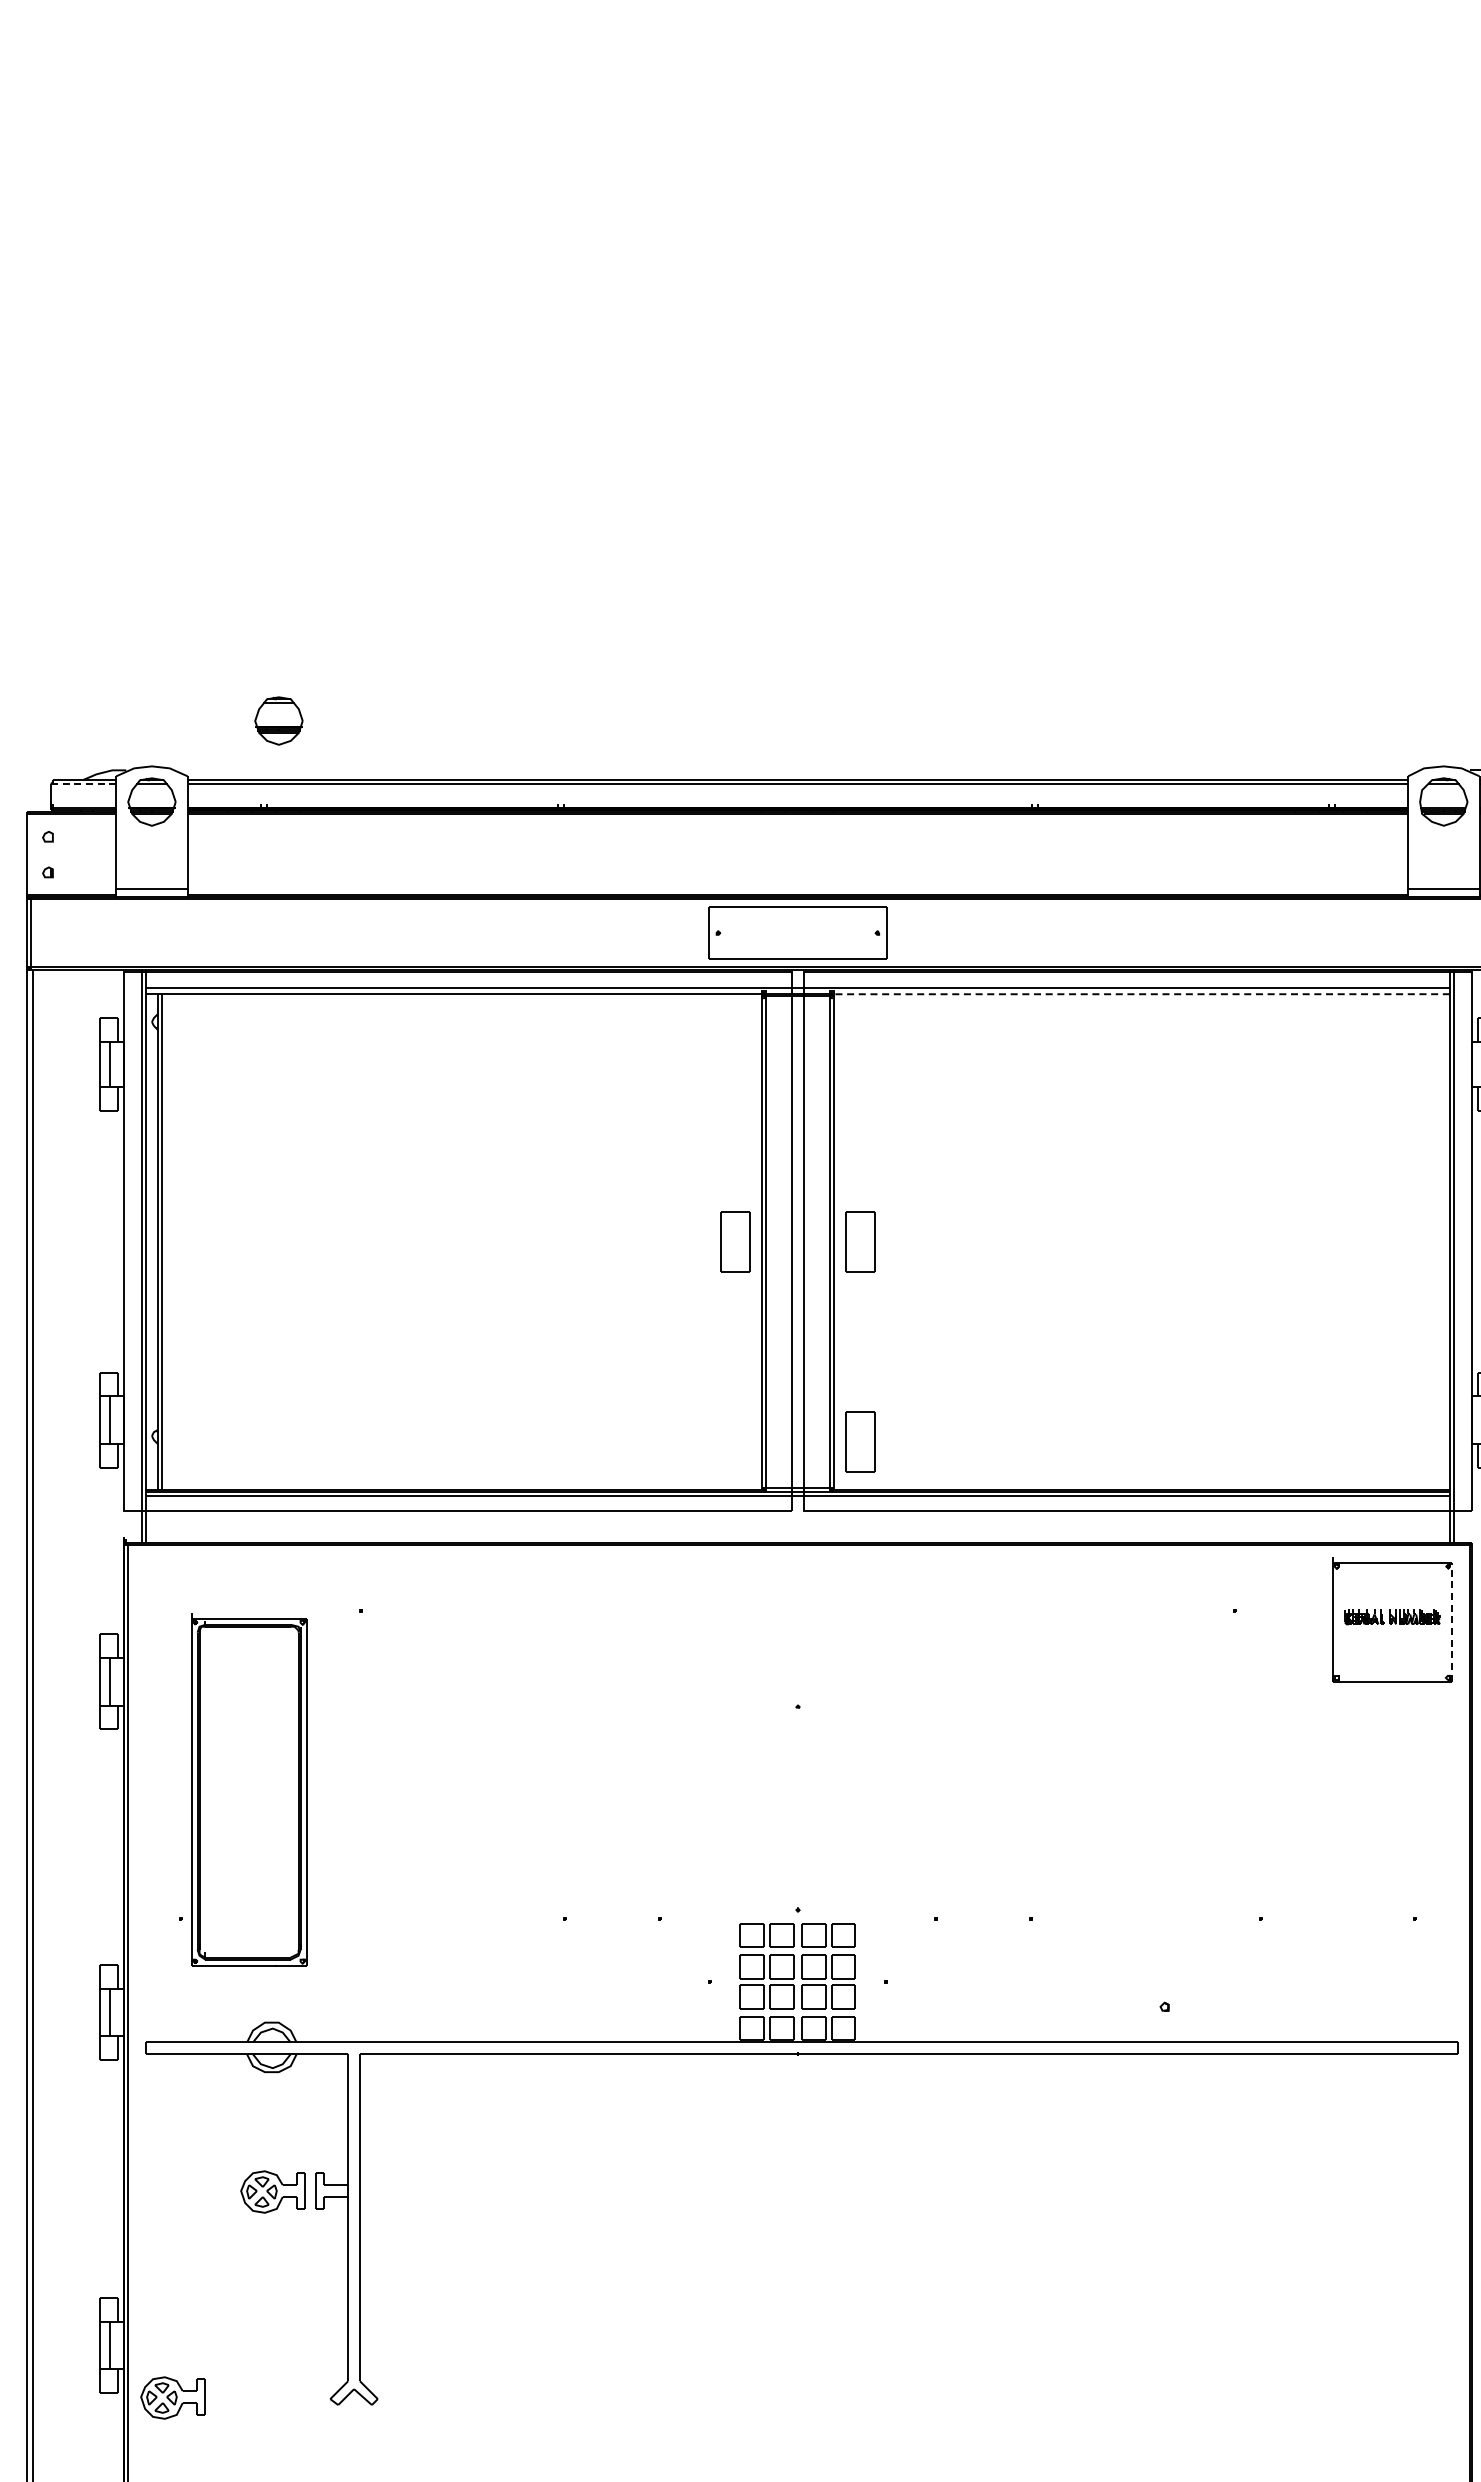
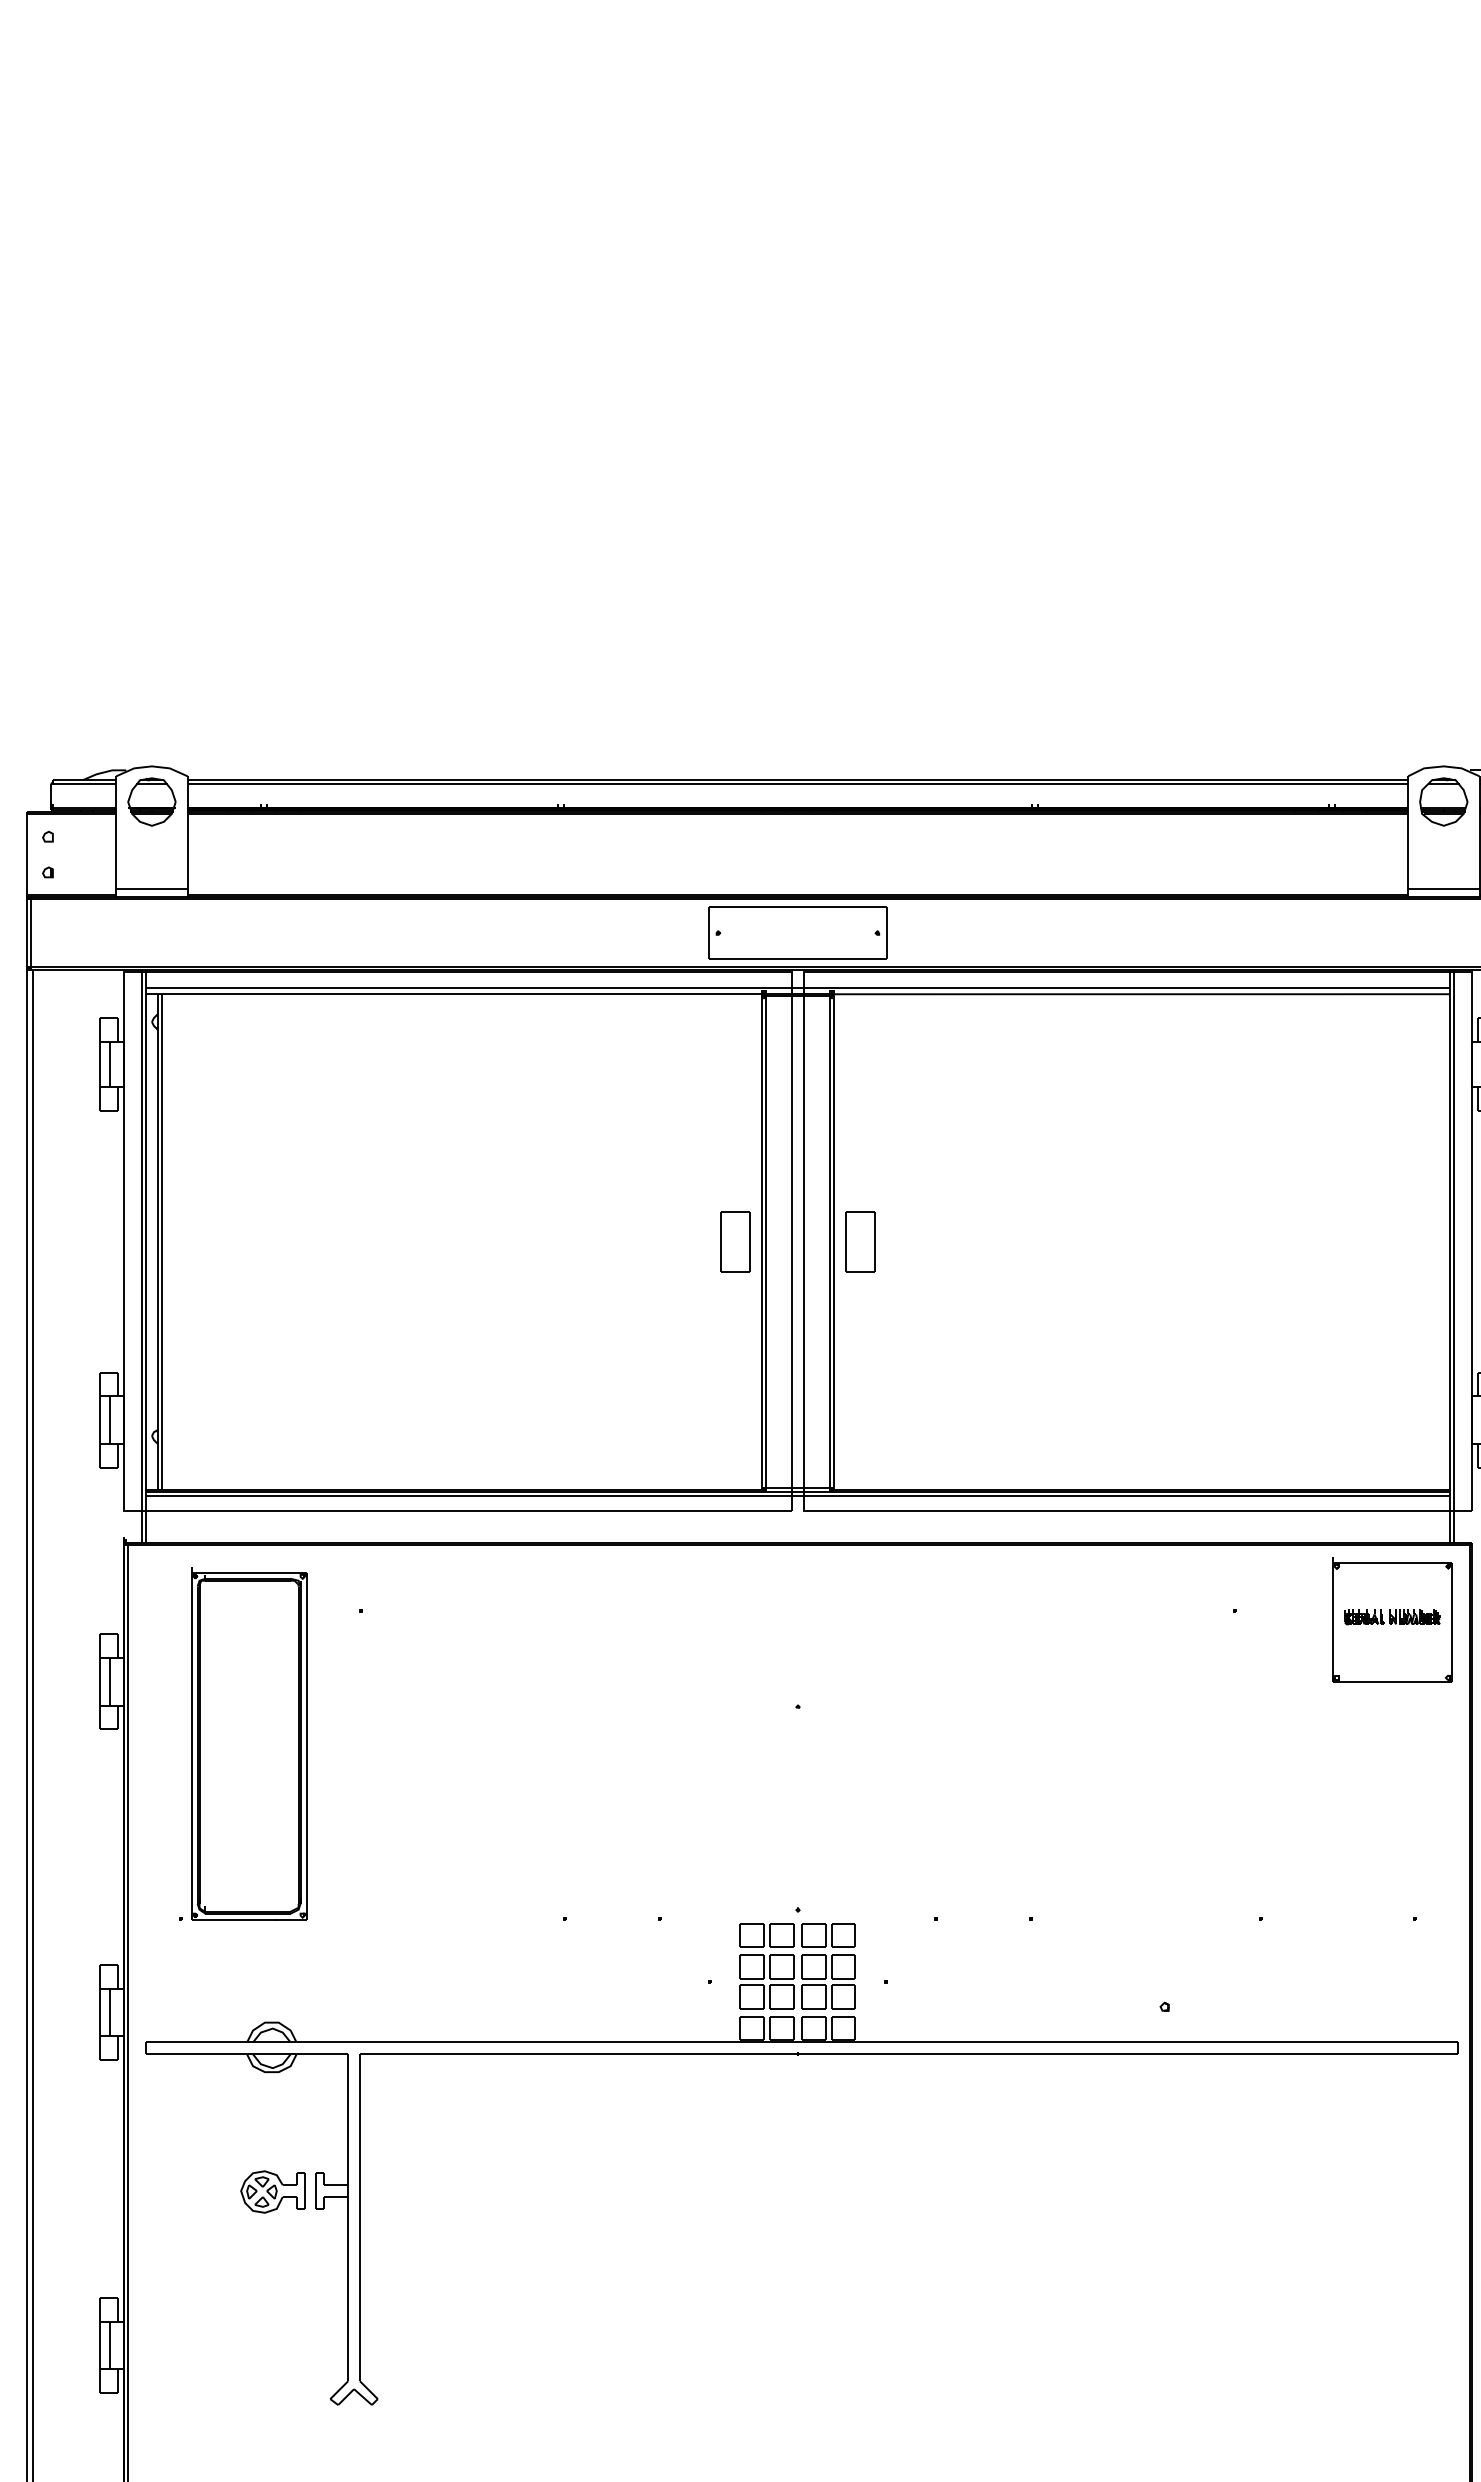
part at (278, 720): present -> none
line at (84, 784): dashed -> solid
line at (1140, 994): dashed -> solid
part at (860, 1441): present -> none
line at (1451, 1621): dashed -> solid
part at (249, 1789) position: (249, 1789) -> (249, 1743)
part at (172, 2397): present -> none
